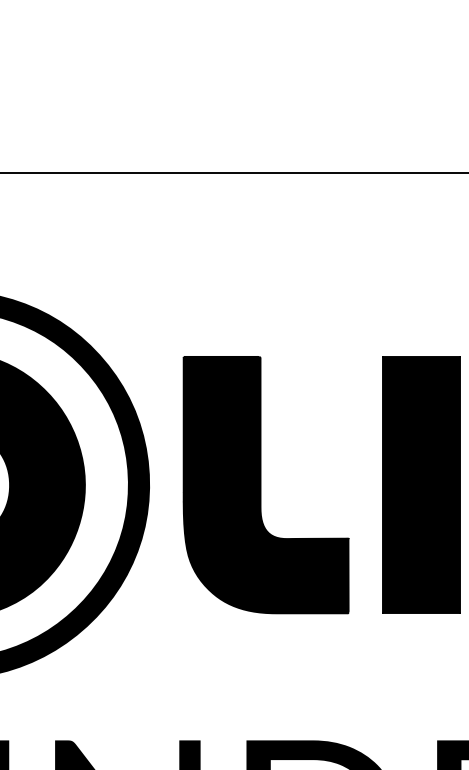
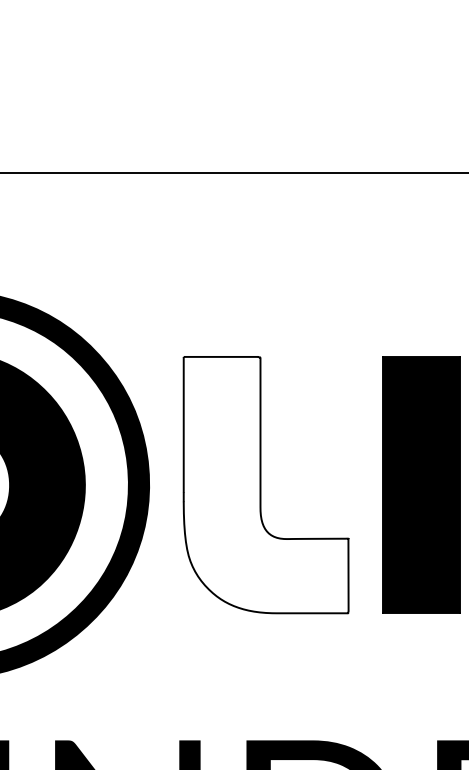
fill at (265, 484): present -> none
